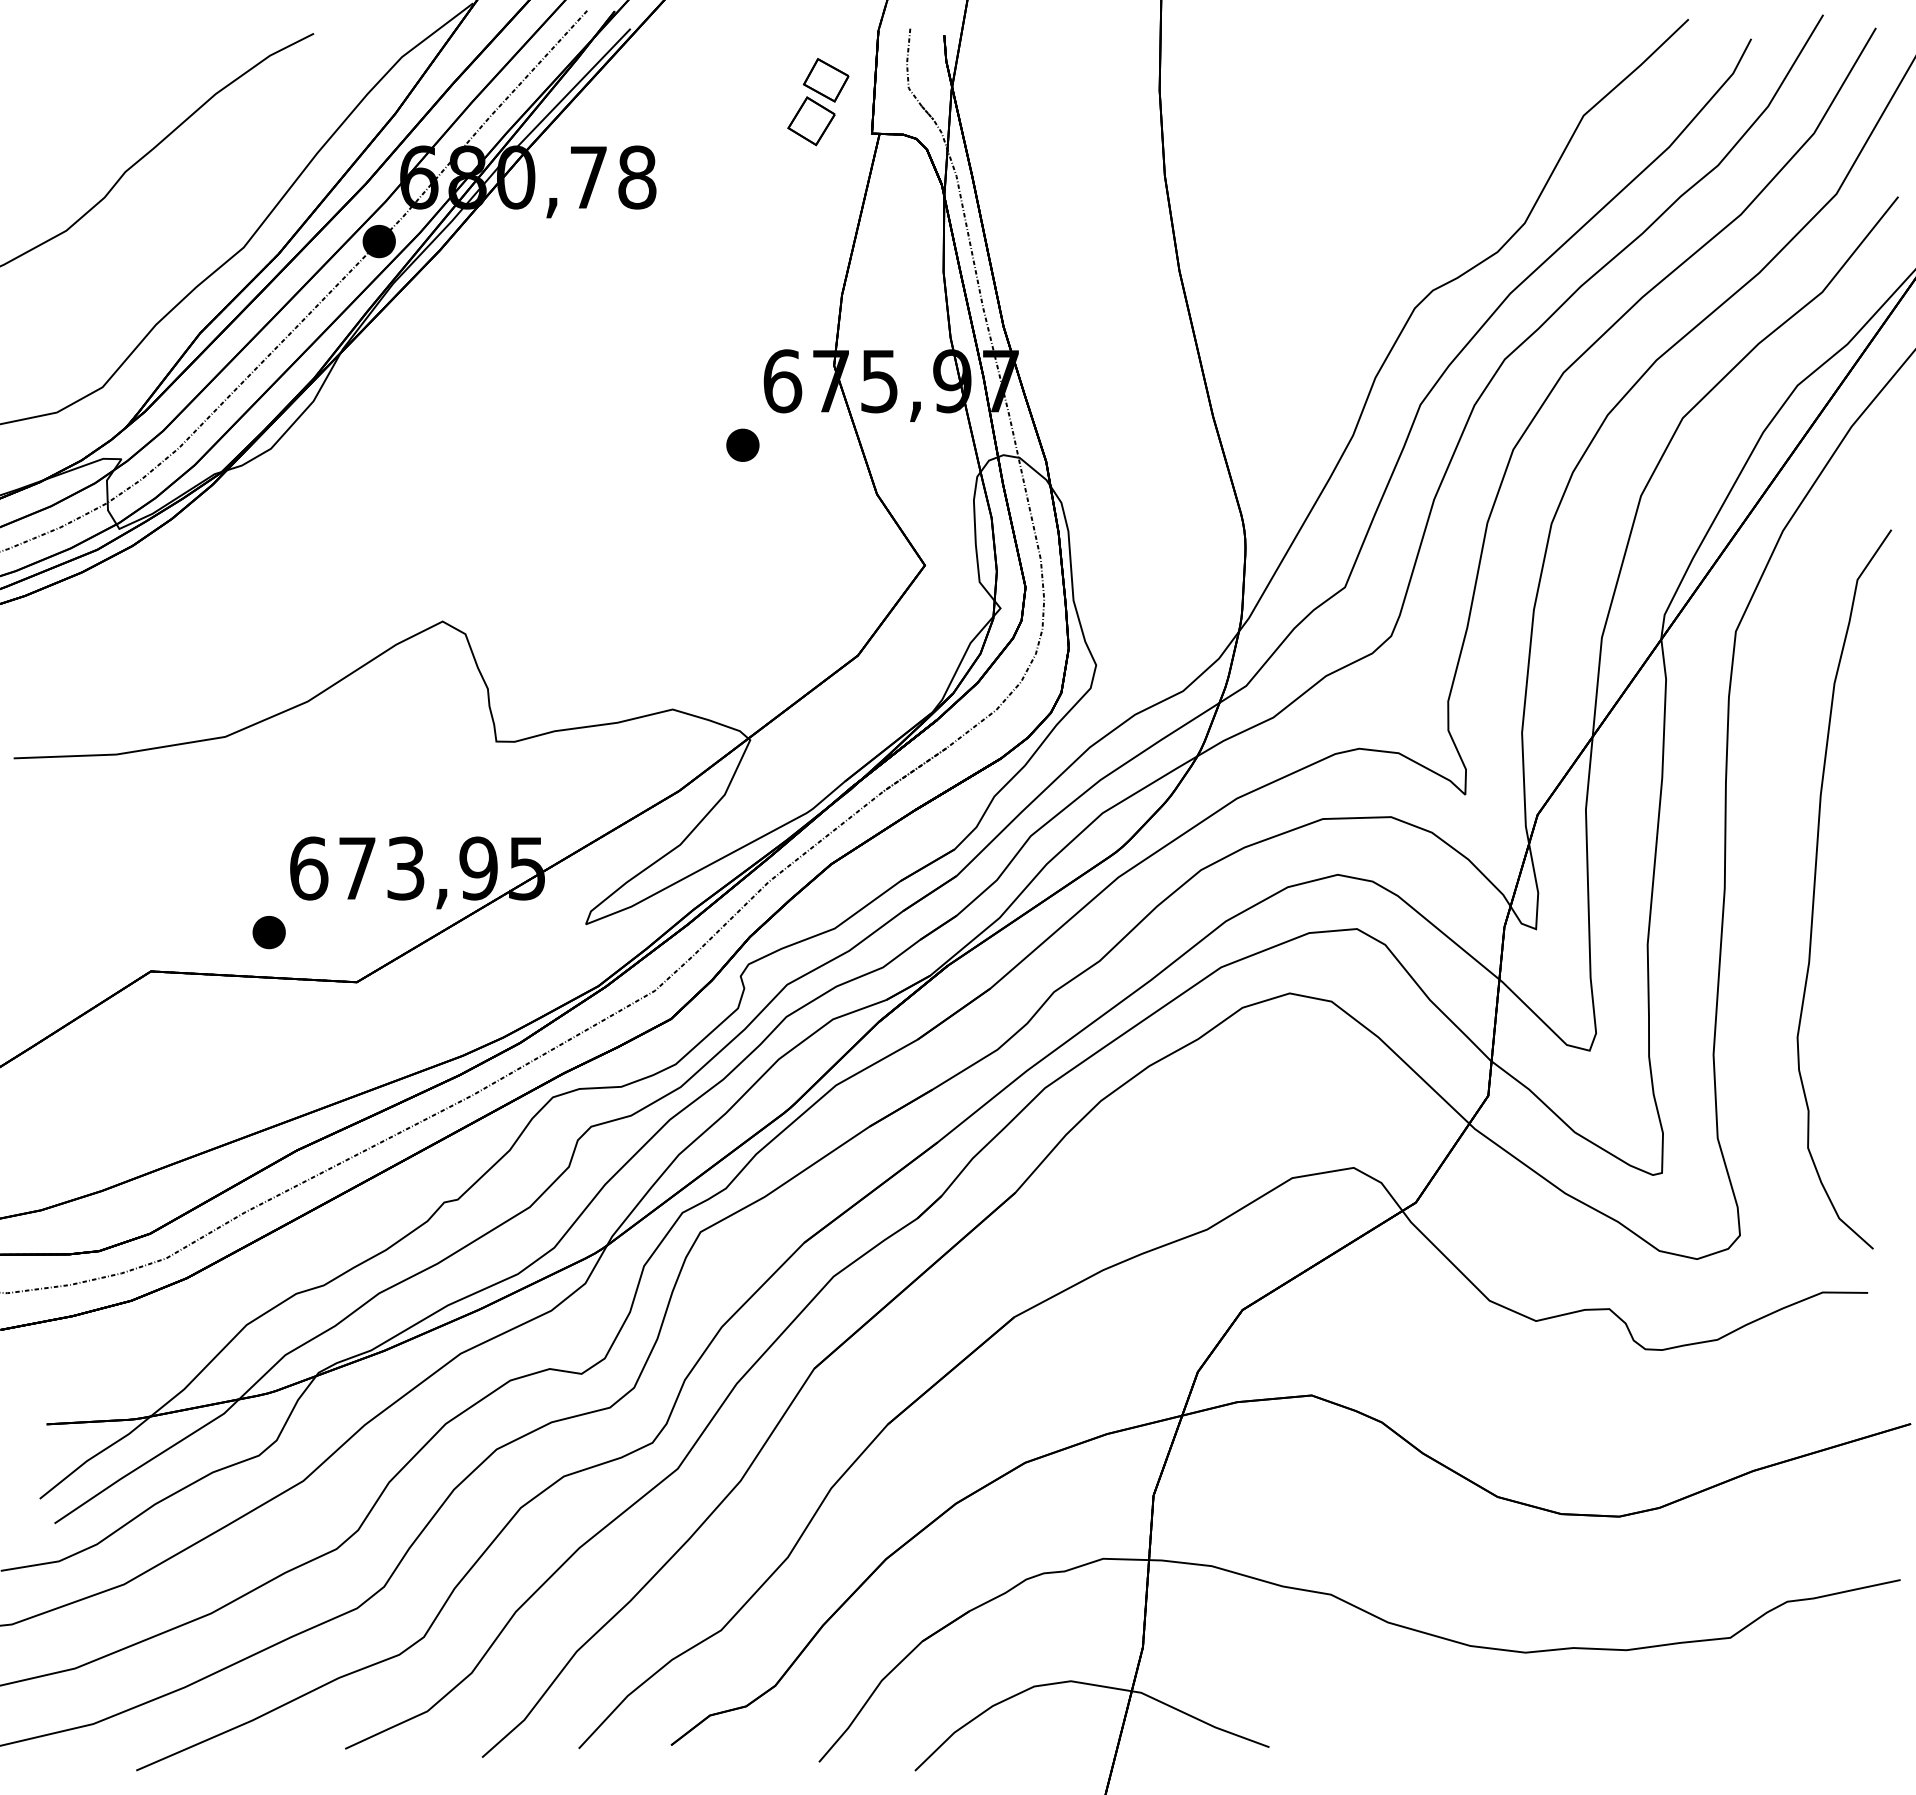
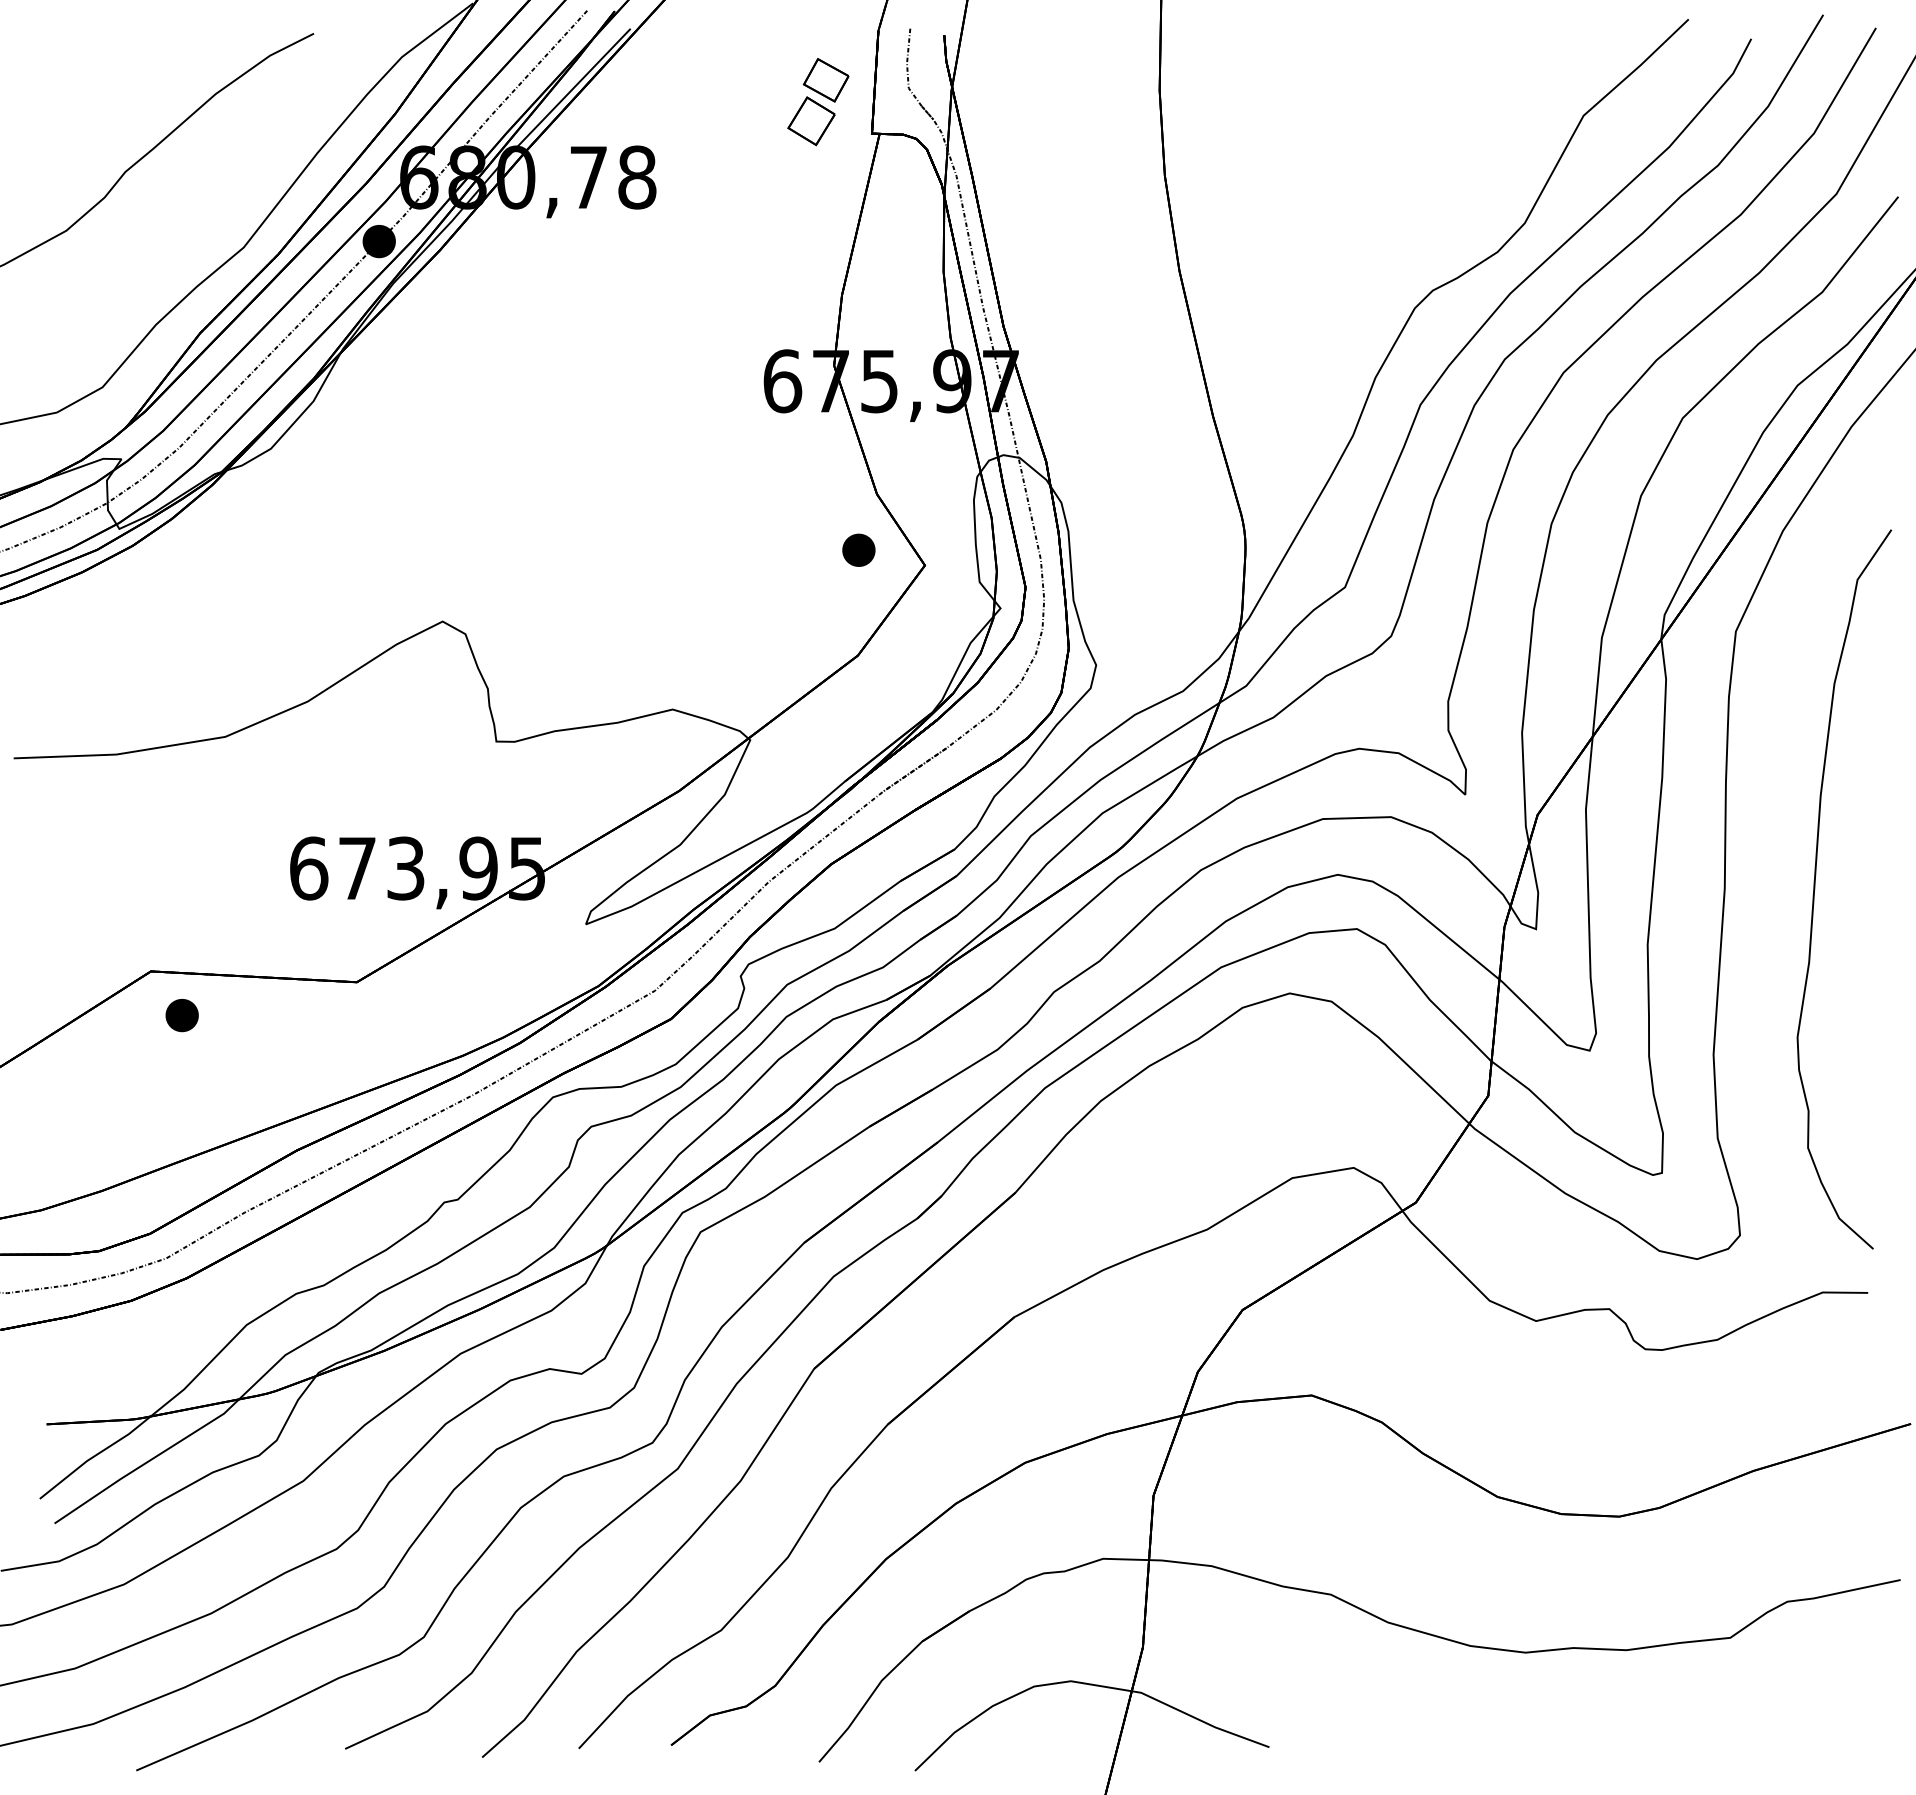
part at (742, 444) position: (742, 444) -> (858, 549)
part at (268, 932) position: (268, 932) -> (181, 1015)
